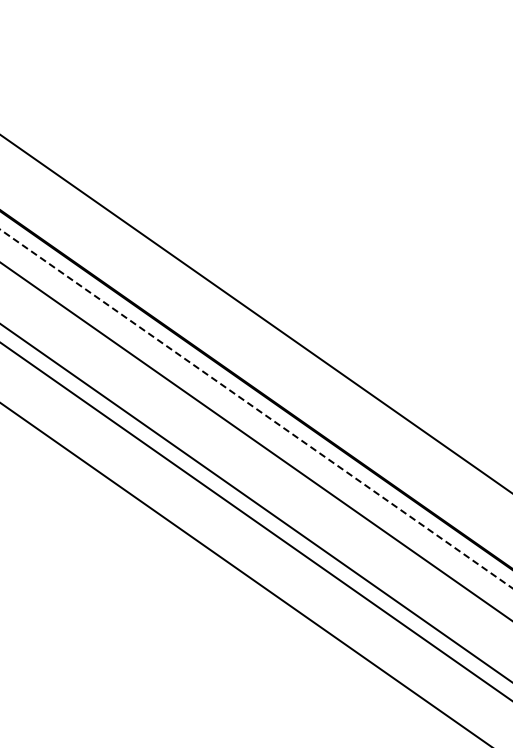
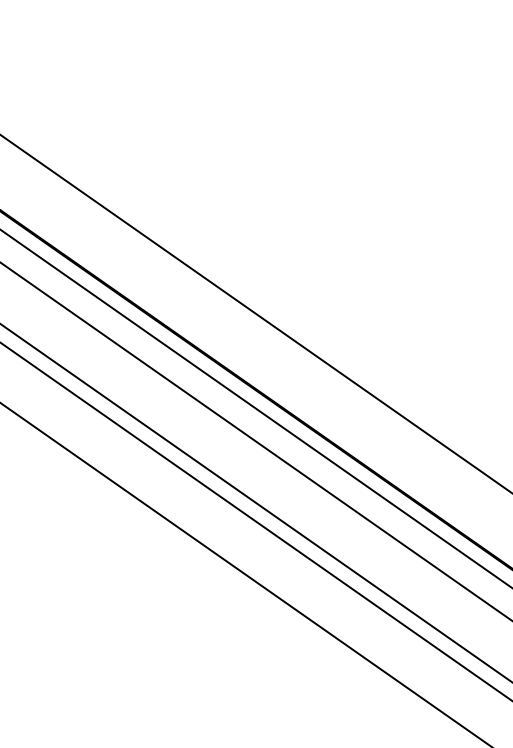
line at (256, 409): dashed -> solid
